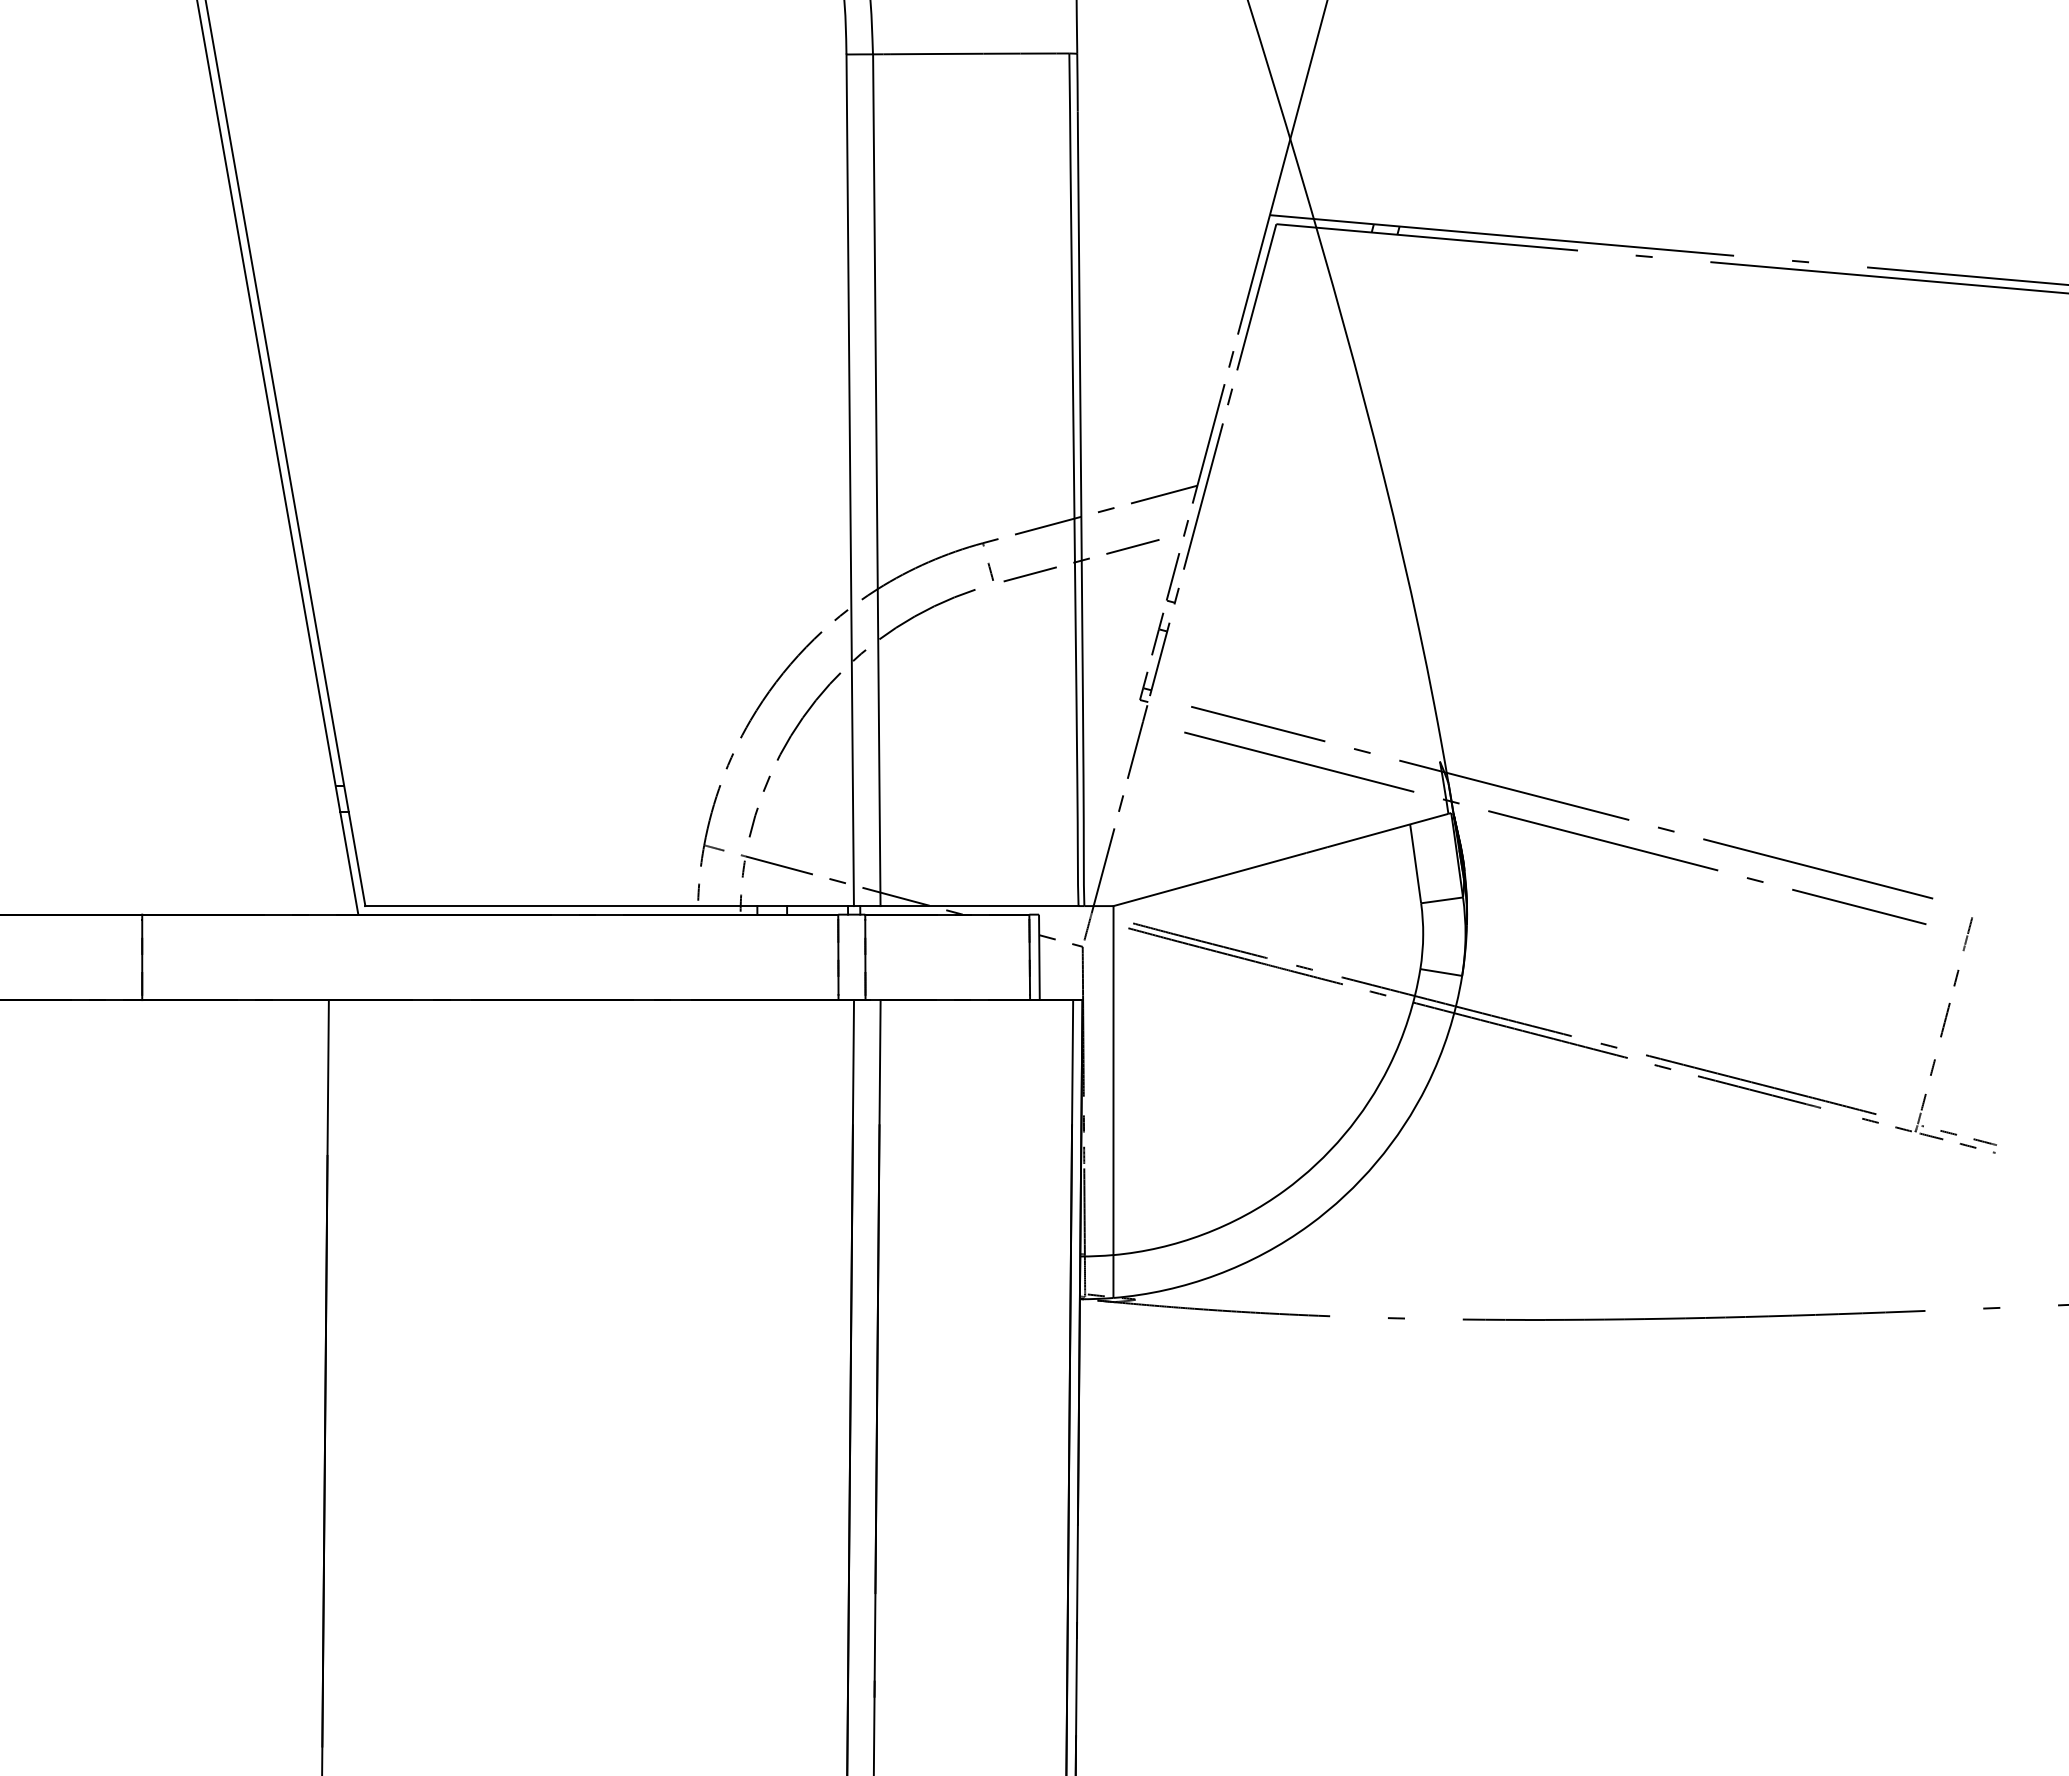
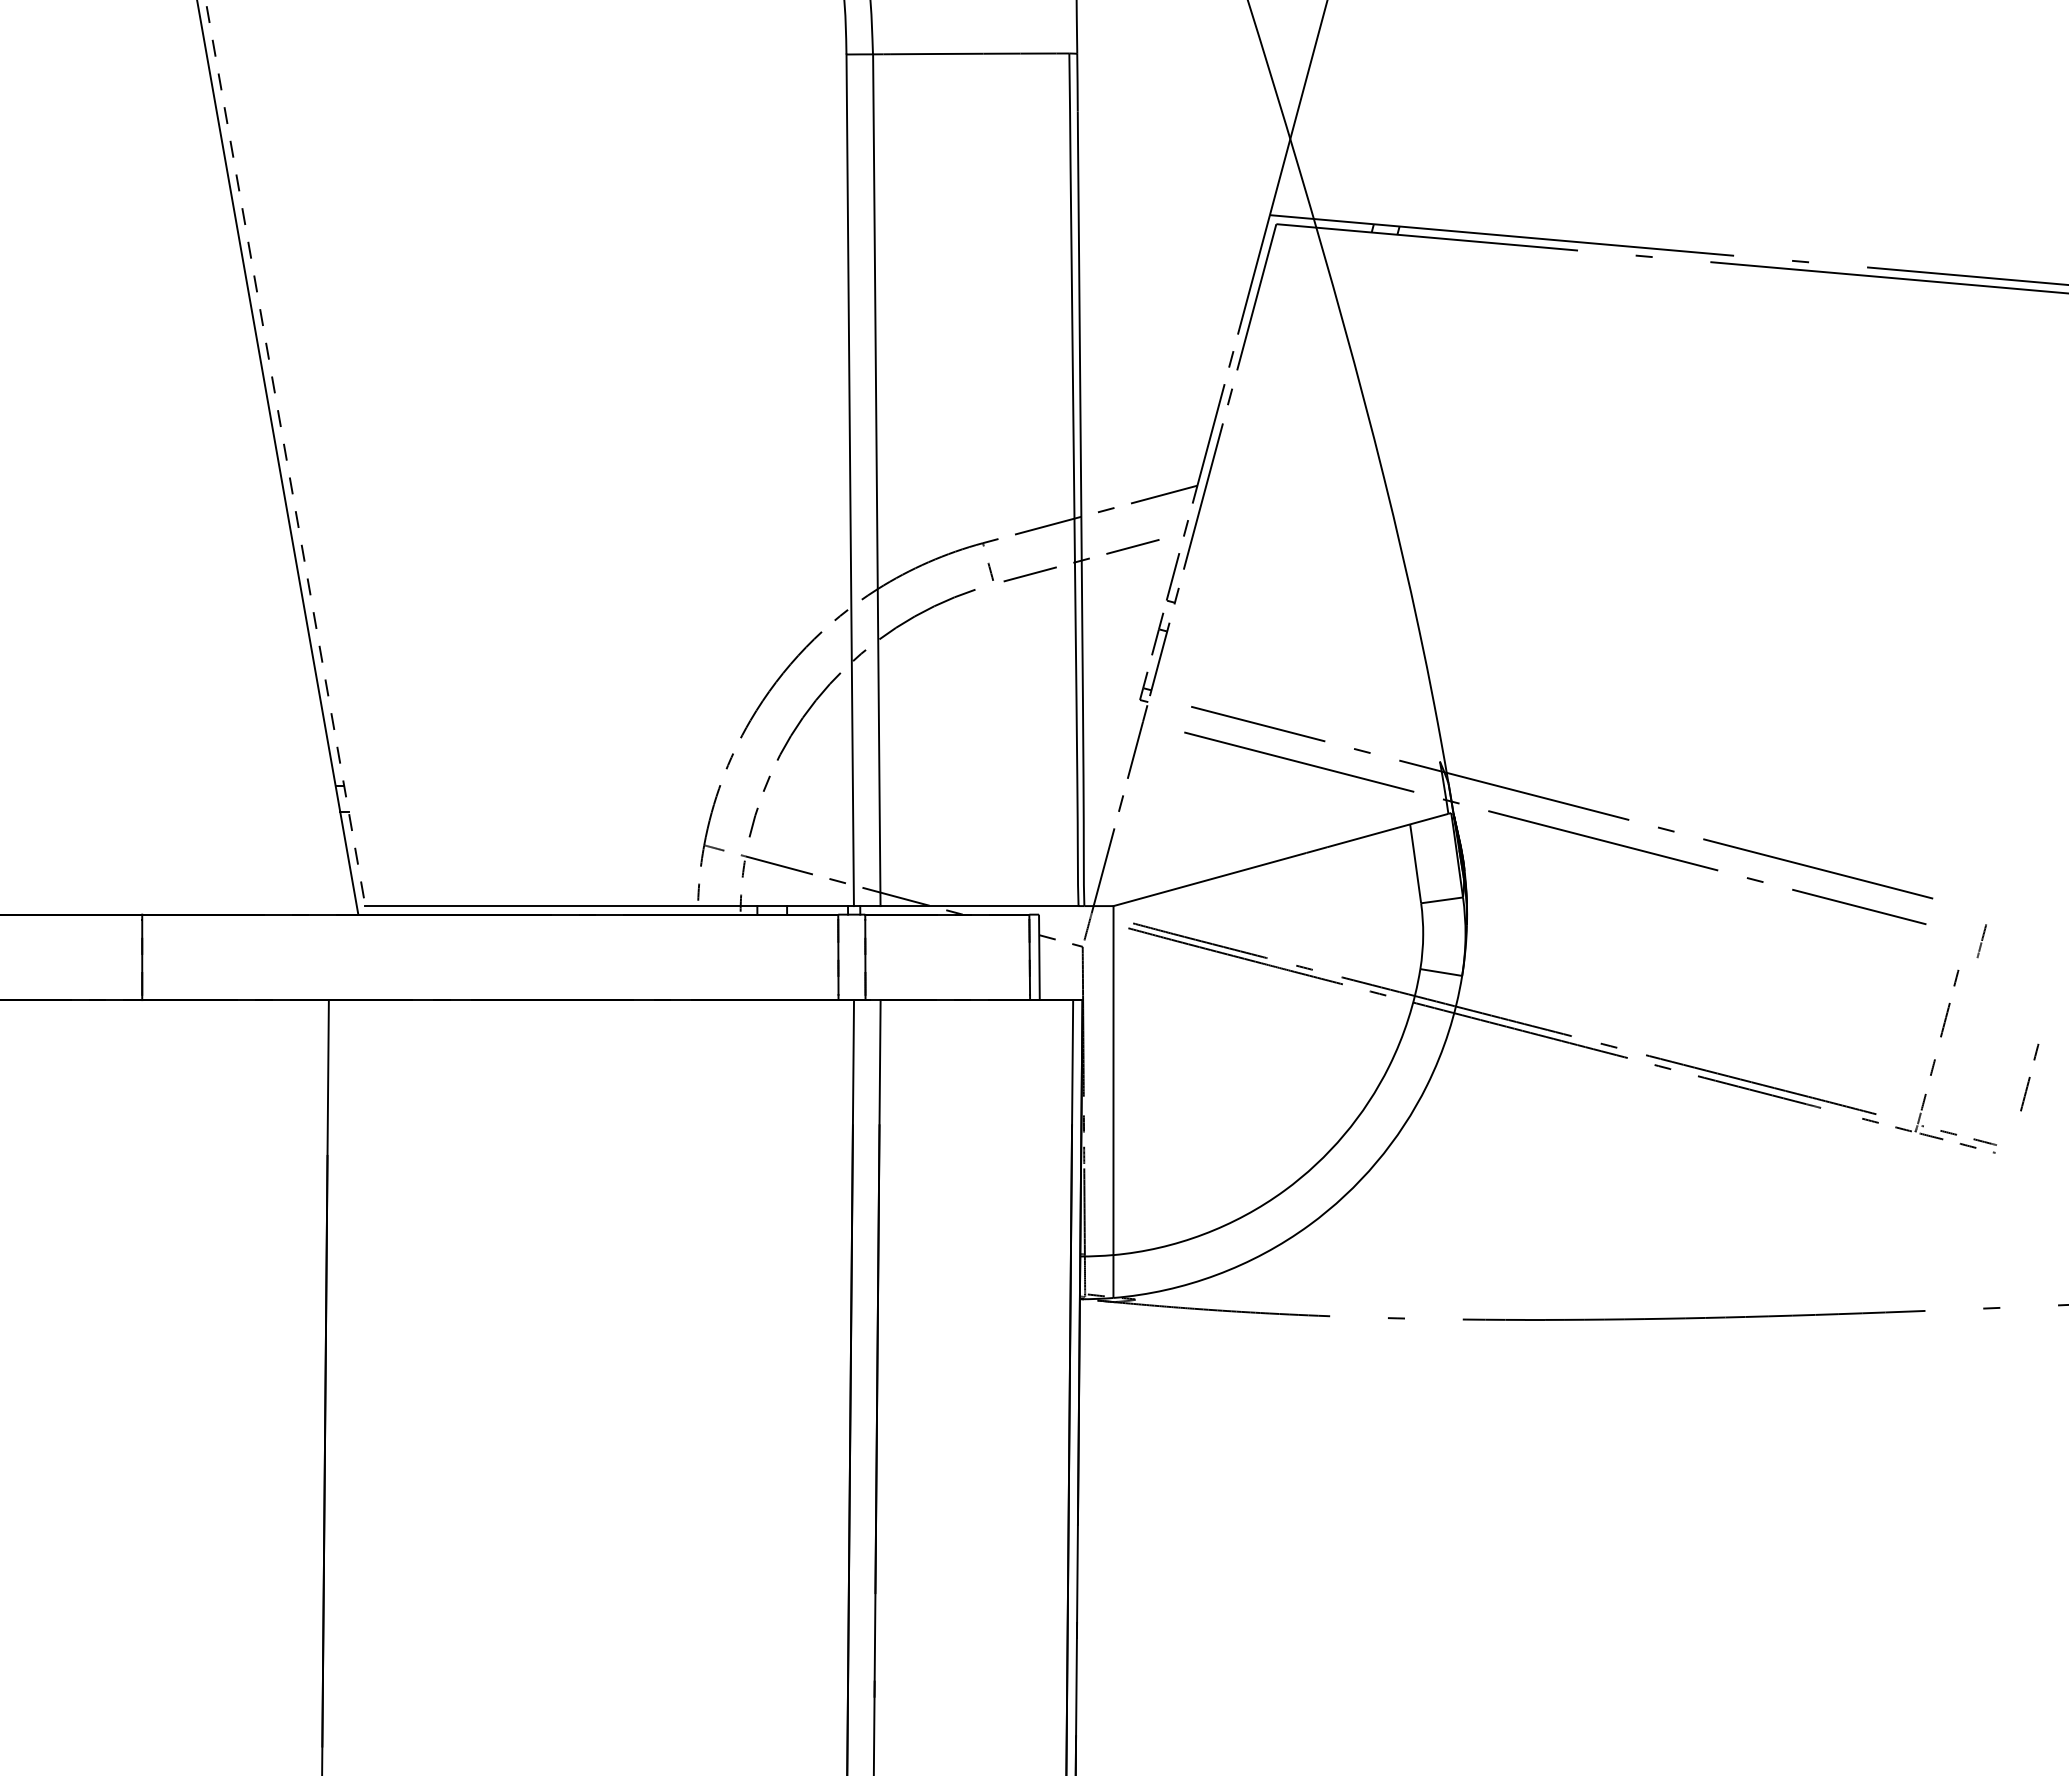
line at (285, 453): solid -> dashed
line at (1967, 933) position: (1967, 933) -> (1981, 940)
curve at (2029, 1077): none -> present
